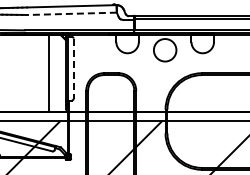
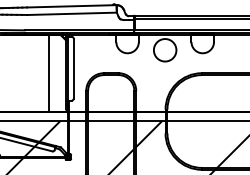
line at (72, 13): dashed -> solid
line at (73, 69): dashed -> solid
